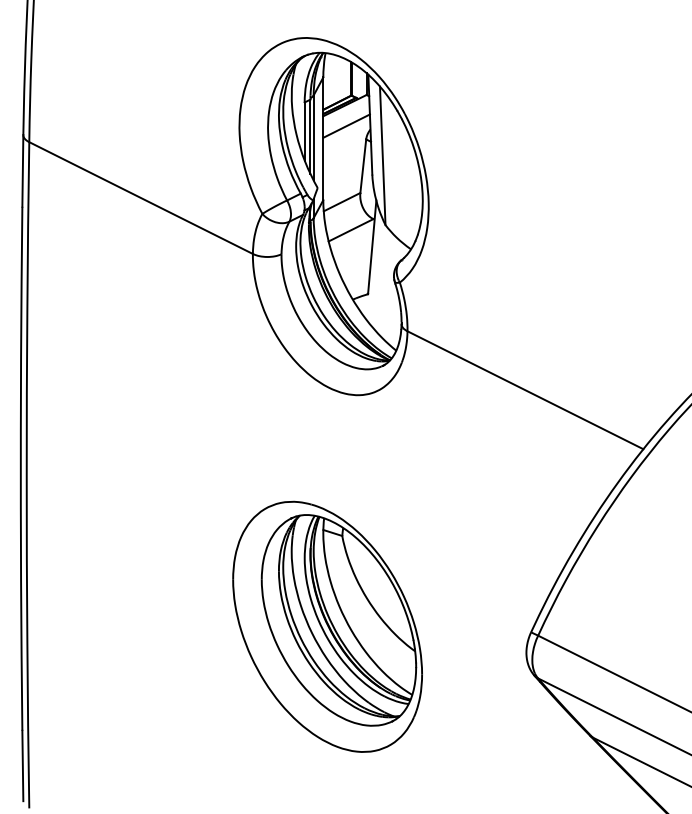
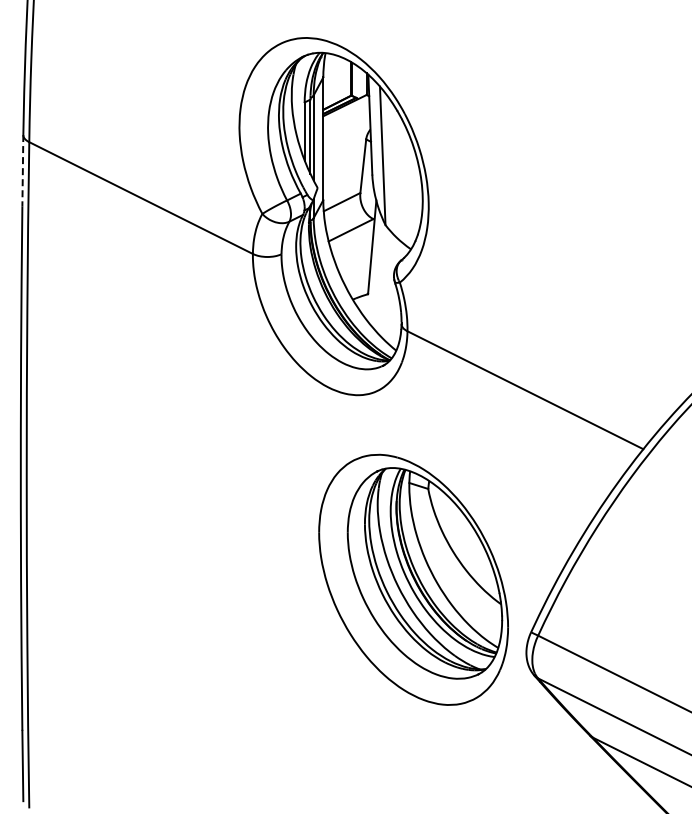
line at (346, 125): present -> none
line at (22, 170): solid -> dashed
part at (327, 626) position: (327, 626) -> (413, 579)
